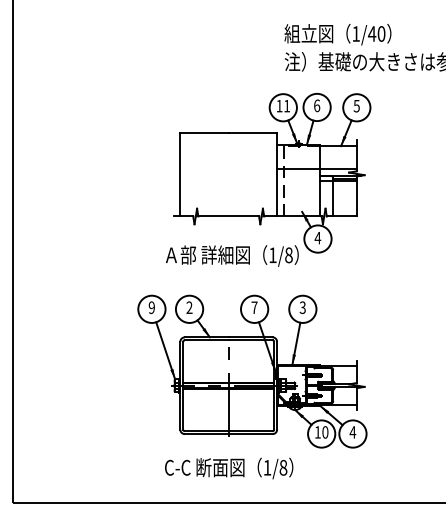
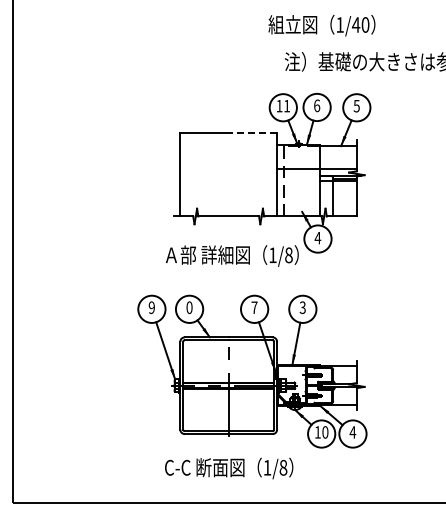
text at (337, 34) position: (337, 34) -> (321, 25)
line at (252, 133): solid -> dashed
text at (189, 307): 2 -> 0
